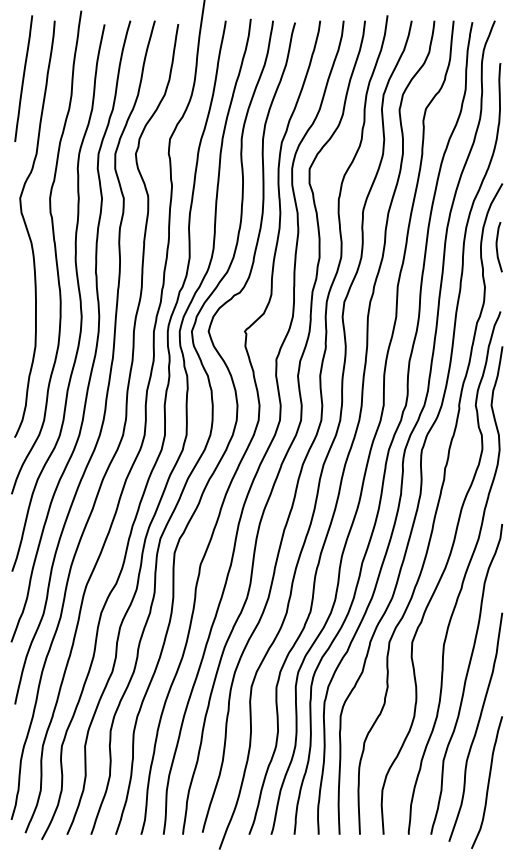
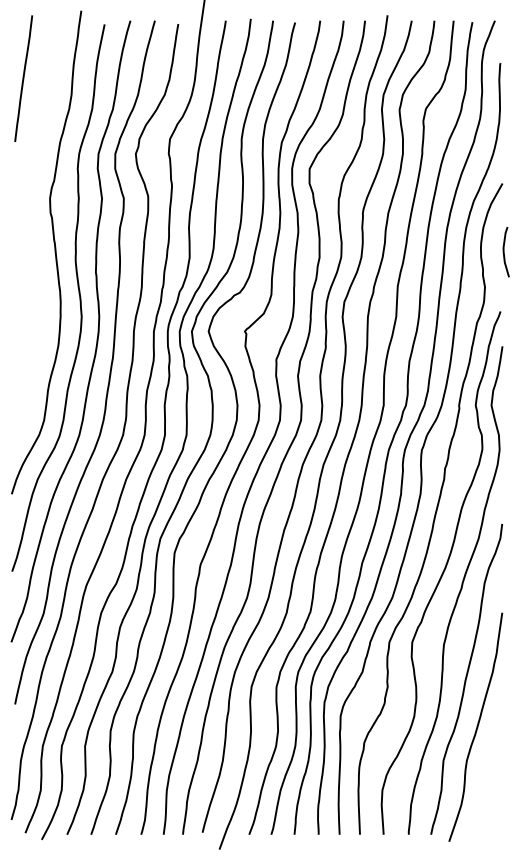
curve at (28, 229): present -> none
curve at (497, 247) position: (497, 247) -> (504, 252)
curve at (487, 782): present -> none
